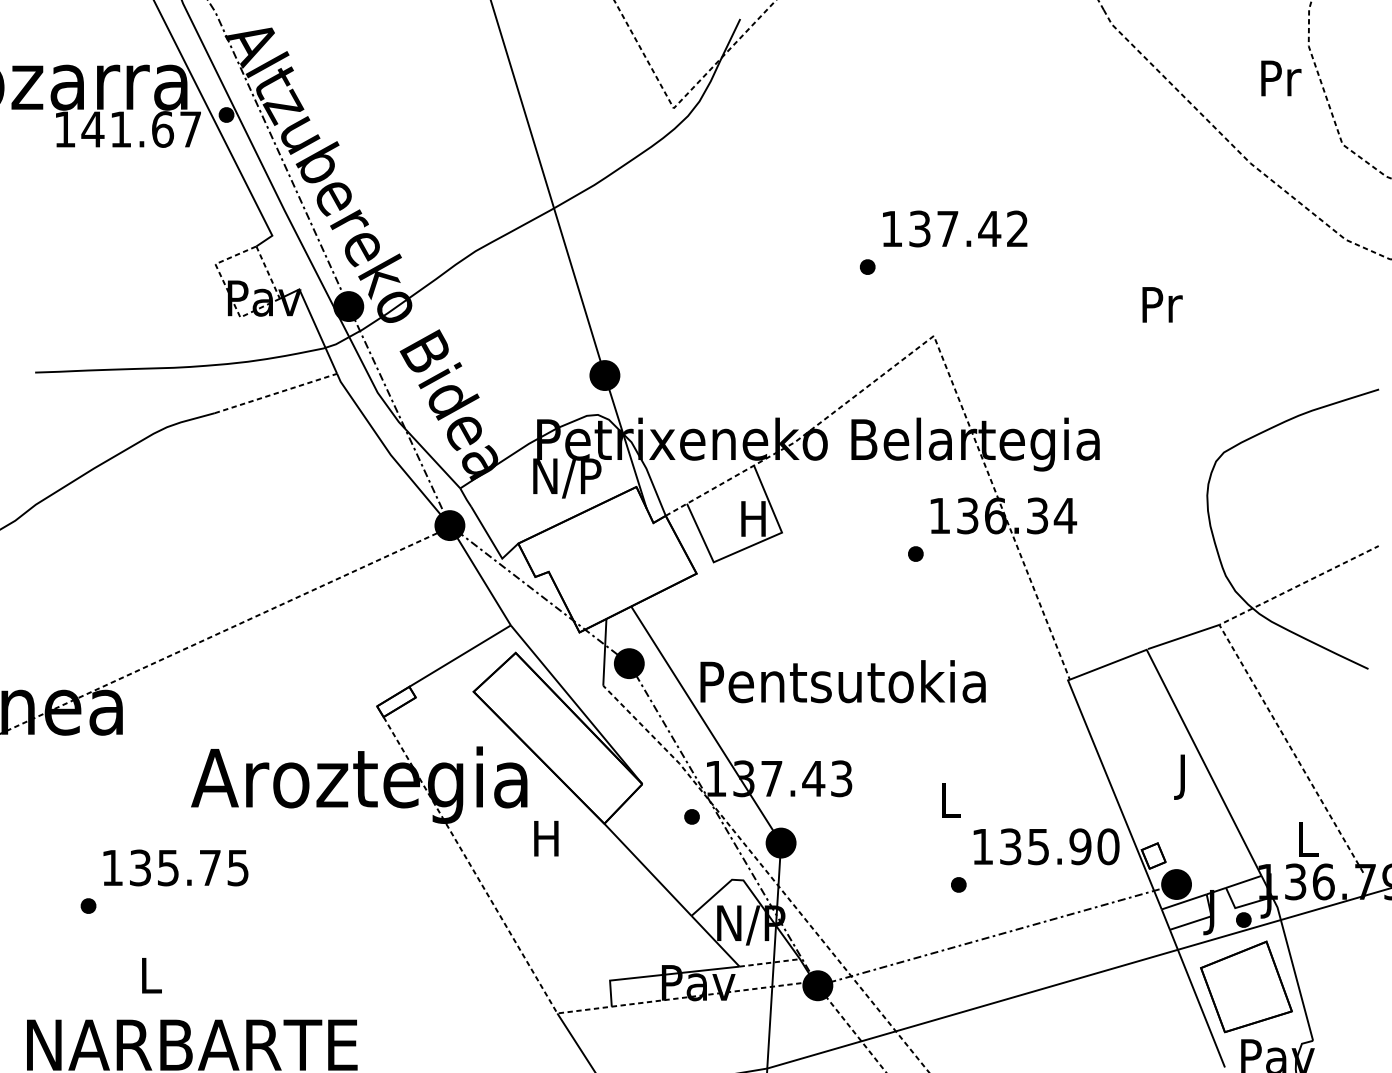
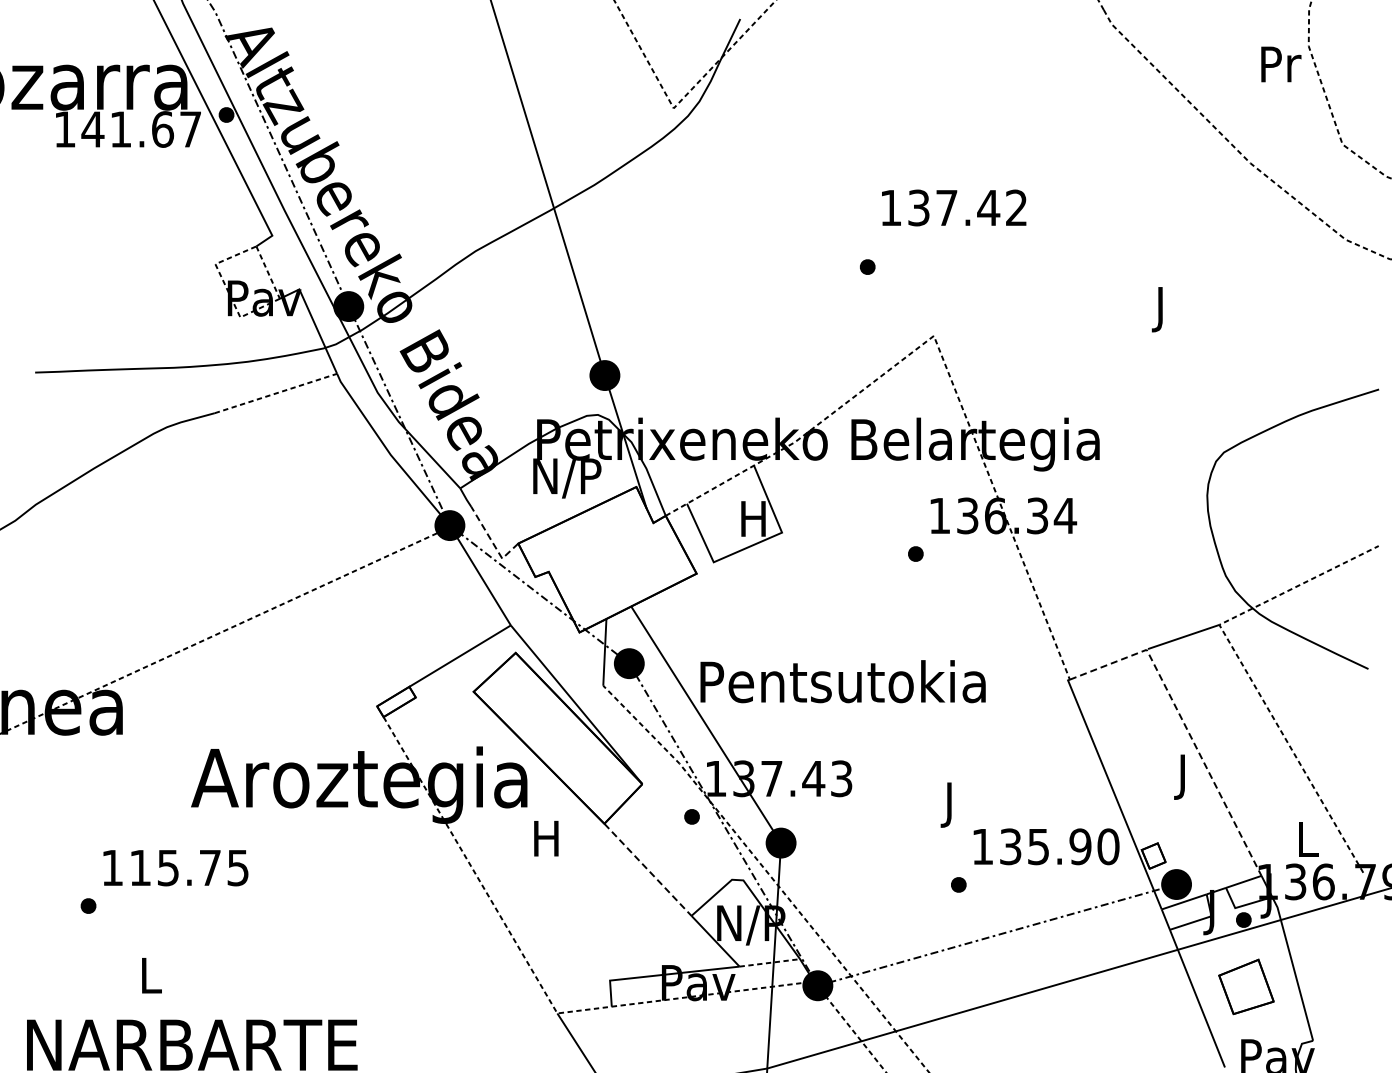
text at (1281, 78) position: (1281, 78) -> (1281, 64)
text at (955, 228) position: (955, 228) -> (954, 207)
text at (1162, 309): Pr -> J
line at (492, 542): solid -> dashed
line at (1185, 725): solid -> dashed
text at (950, 804): L -> J
text at (140, 867): 135.75 -> 115.75
line at (648, 870): solid -> dashed
part at (1246, 986) size: 93x94 px -> 57x58 px
